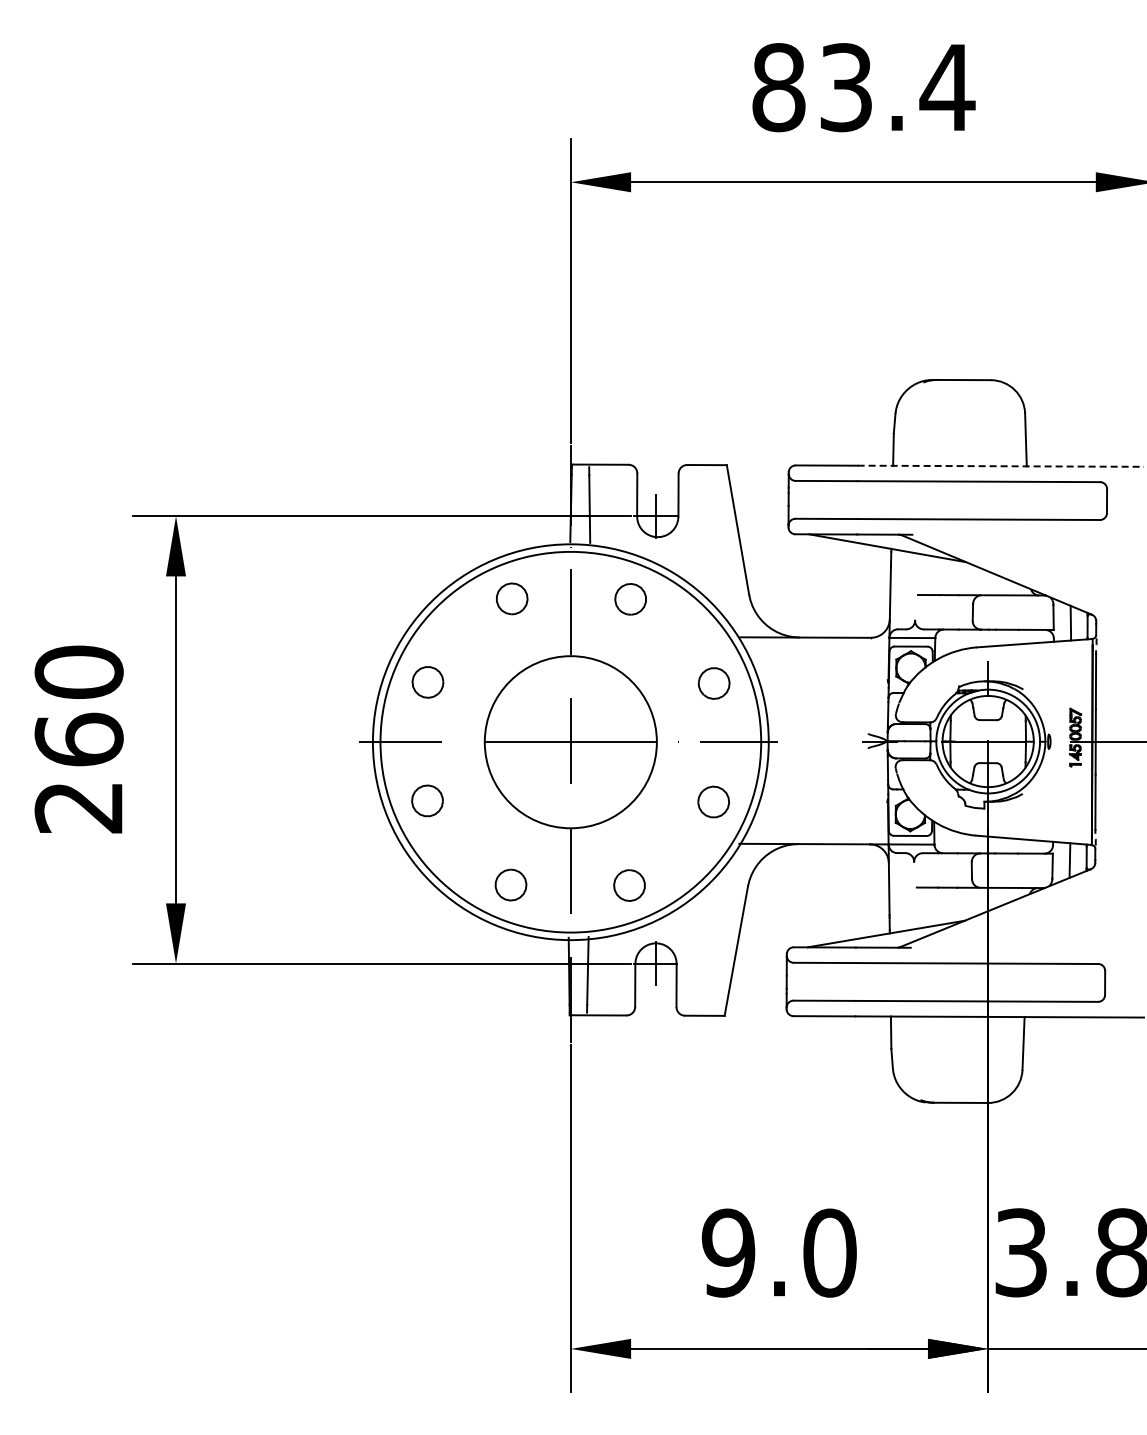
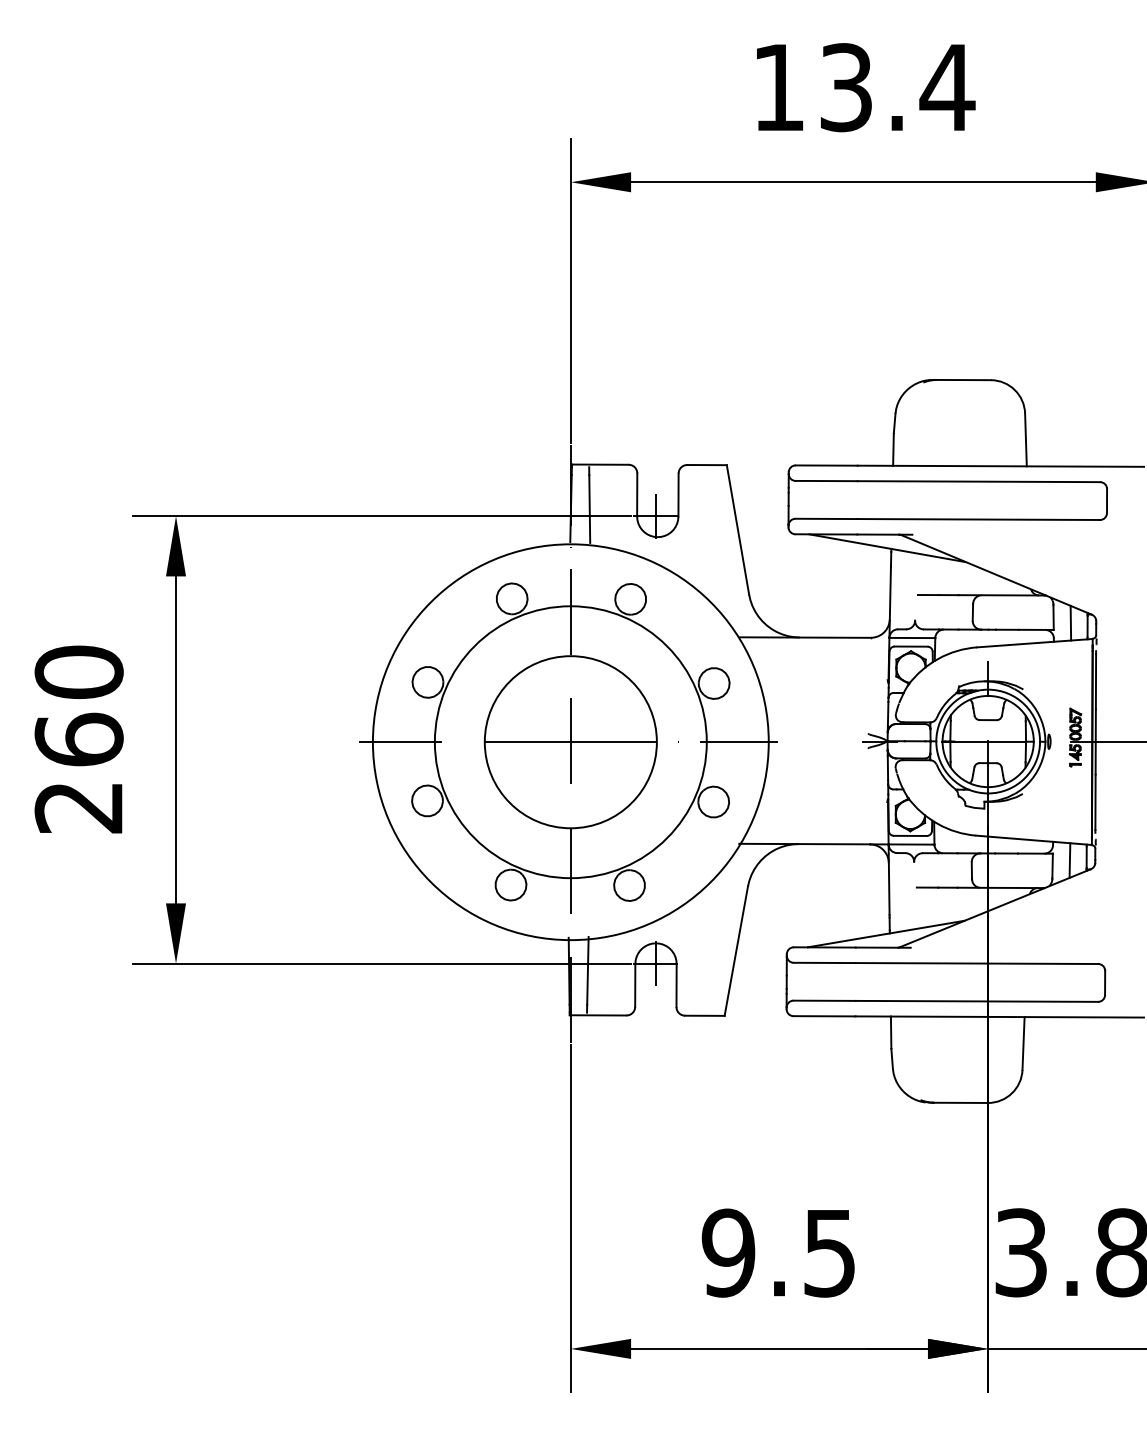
text at (778, 87): 83.4 -> 13.4
line at (1001, 466): dashed -> solid
circle at (570, 741) diameter: 381 px -> 272 px
text at (829, 1252): 9.0 -> 9.5
